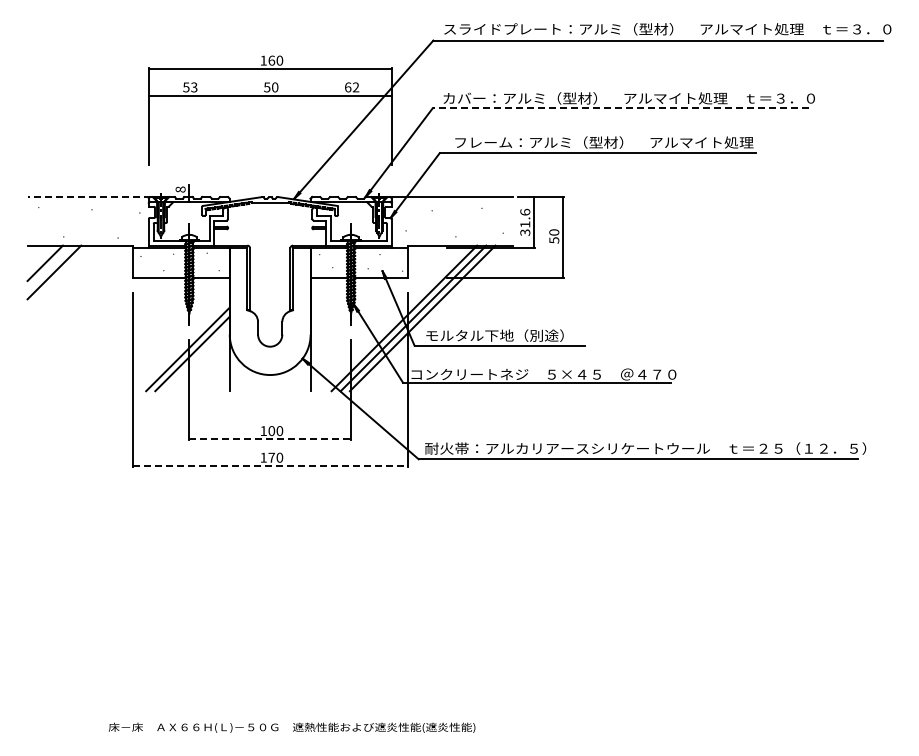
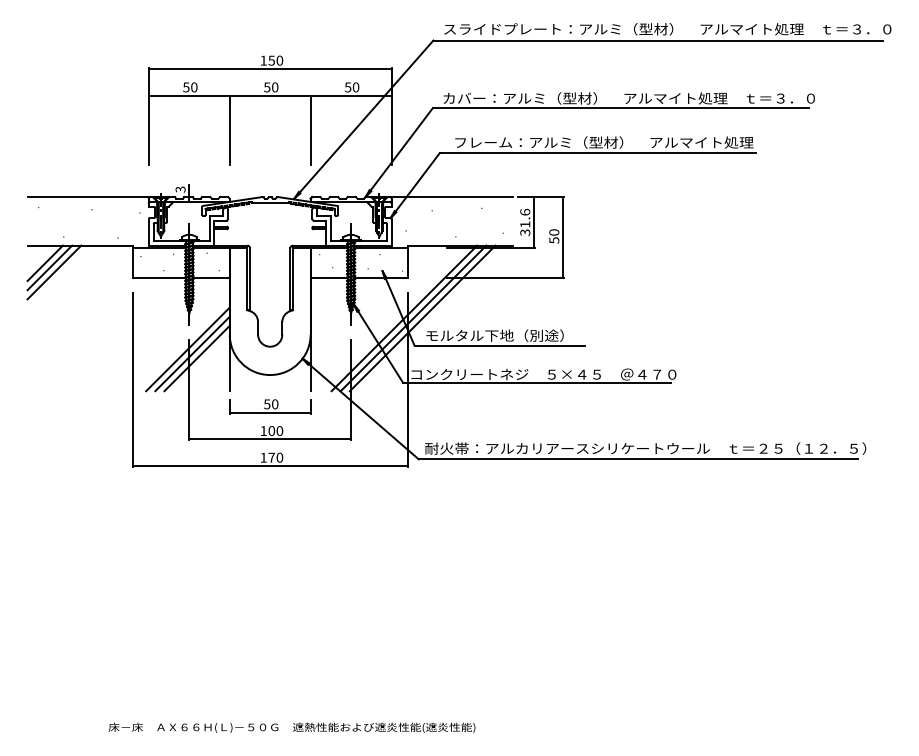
text at (271, 60): 160 -> 150
text at (194, 87): 53 -> 50
text at (351, 87): 62 -> 50
line at (620, 108): dashed -> solid
line at (229, 129): none -> present
line at (310, 129): none -> present
text at (180, 189): 8 -> 3
line at (88, 197): dashed -> solid
line at (49, 267): none -> present
line at (196, 358): none -> present
part at (270, 406): none -> present
line at (270, 439): dashed -> solid
line at (270, 466): dashed -> solid
